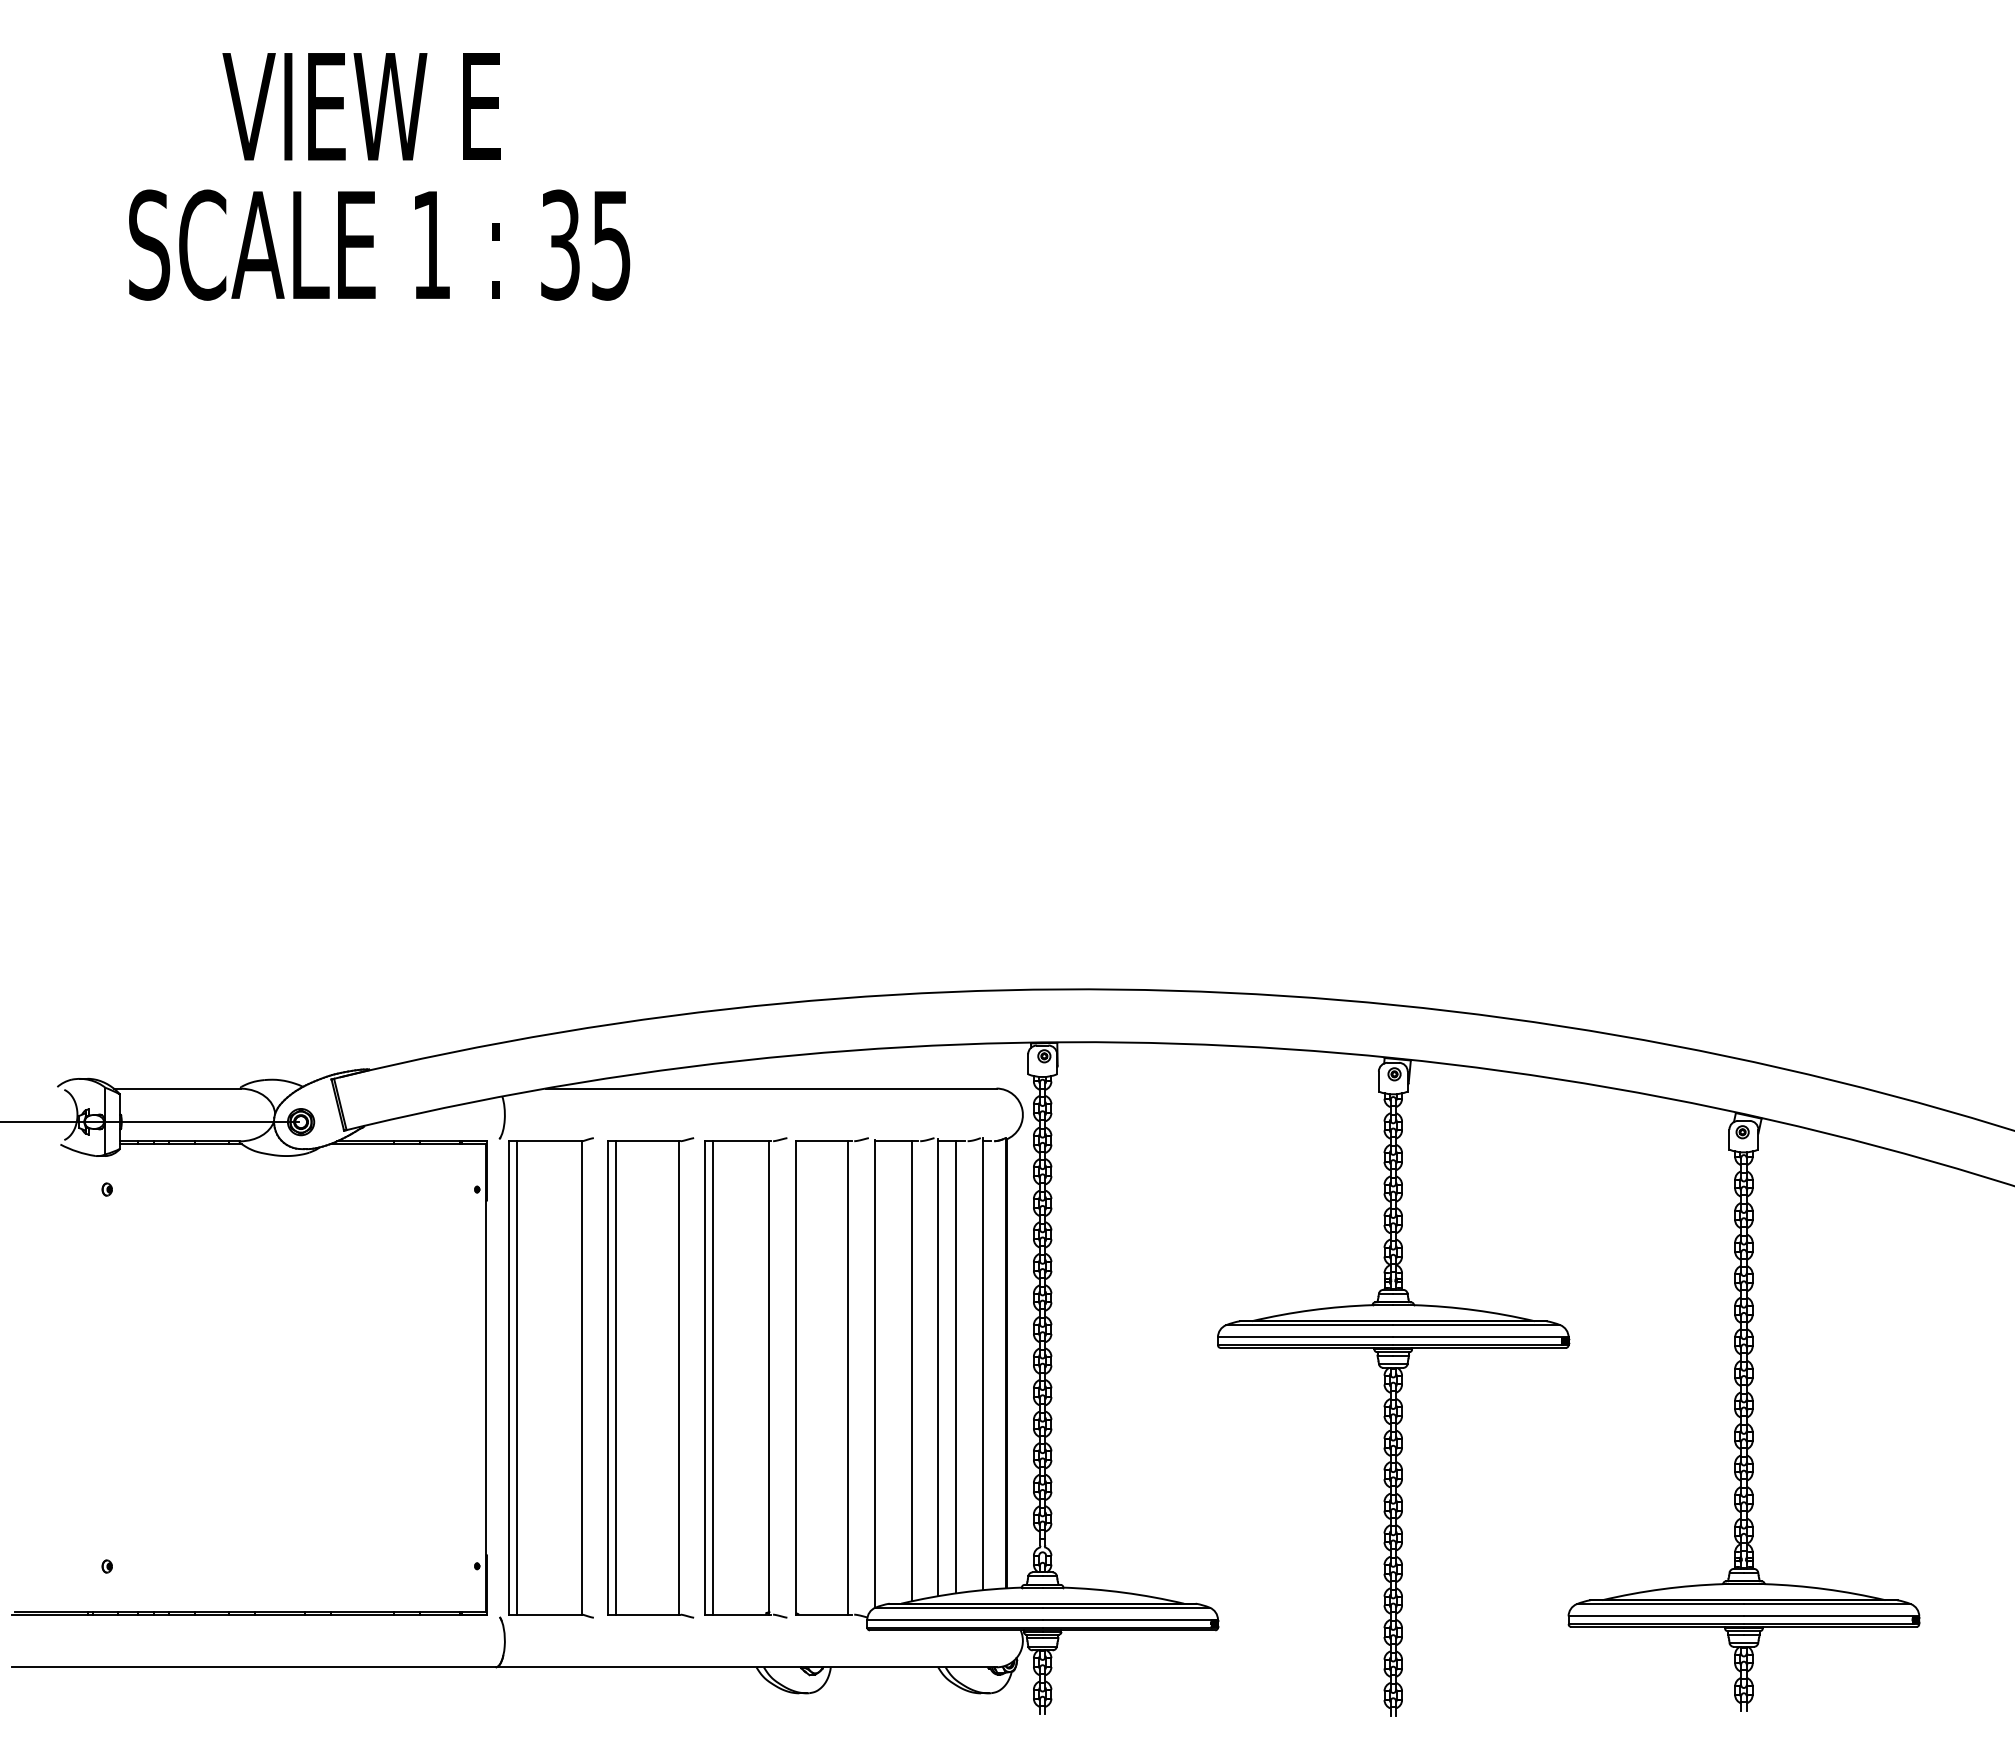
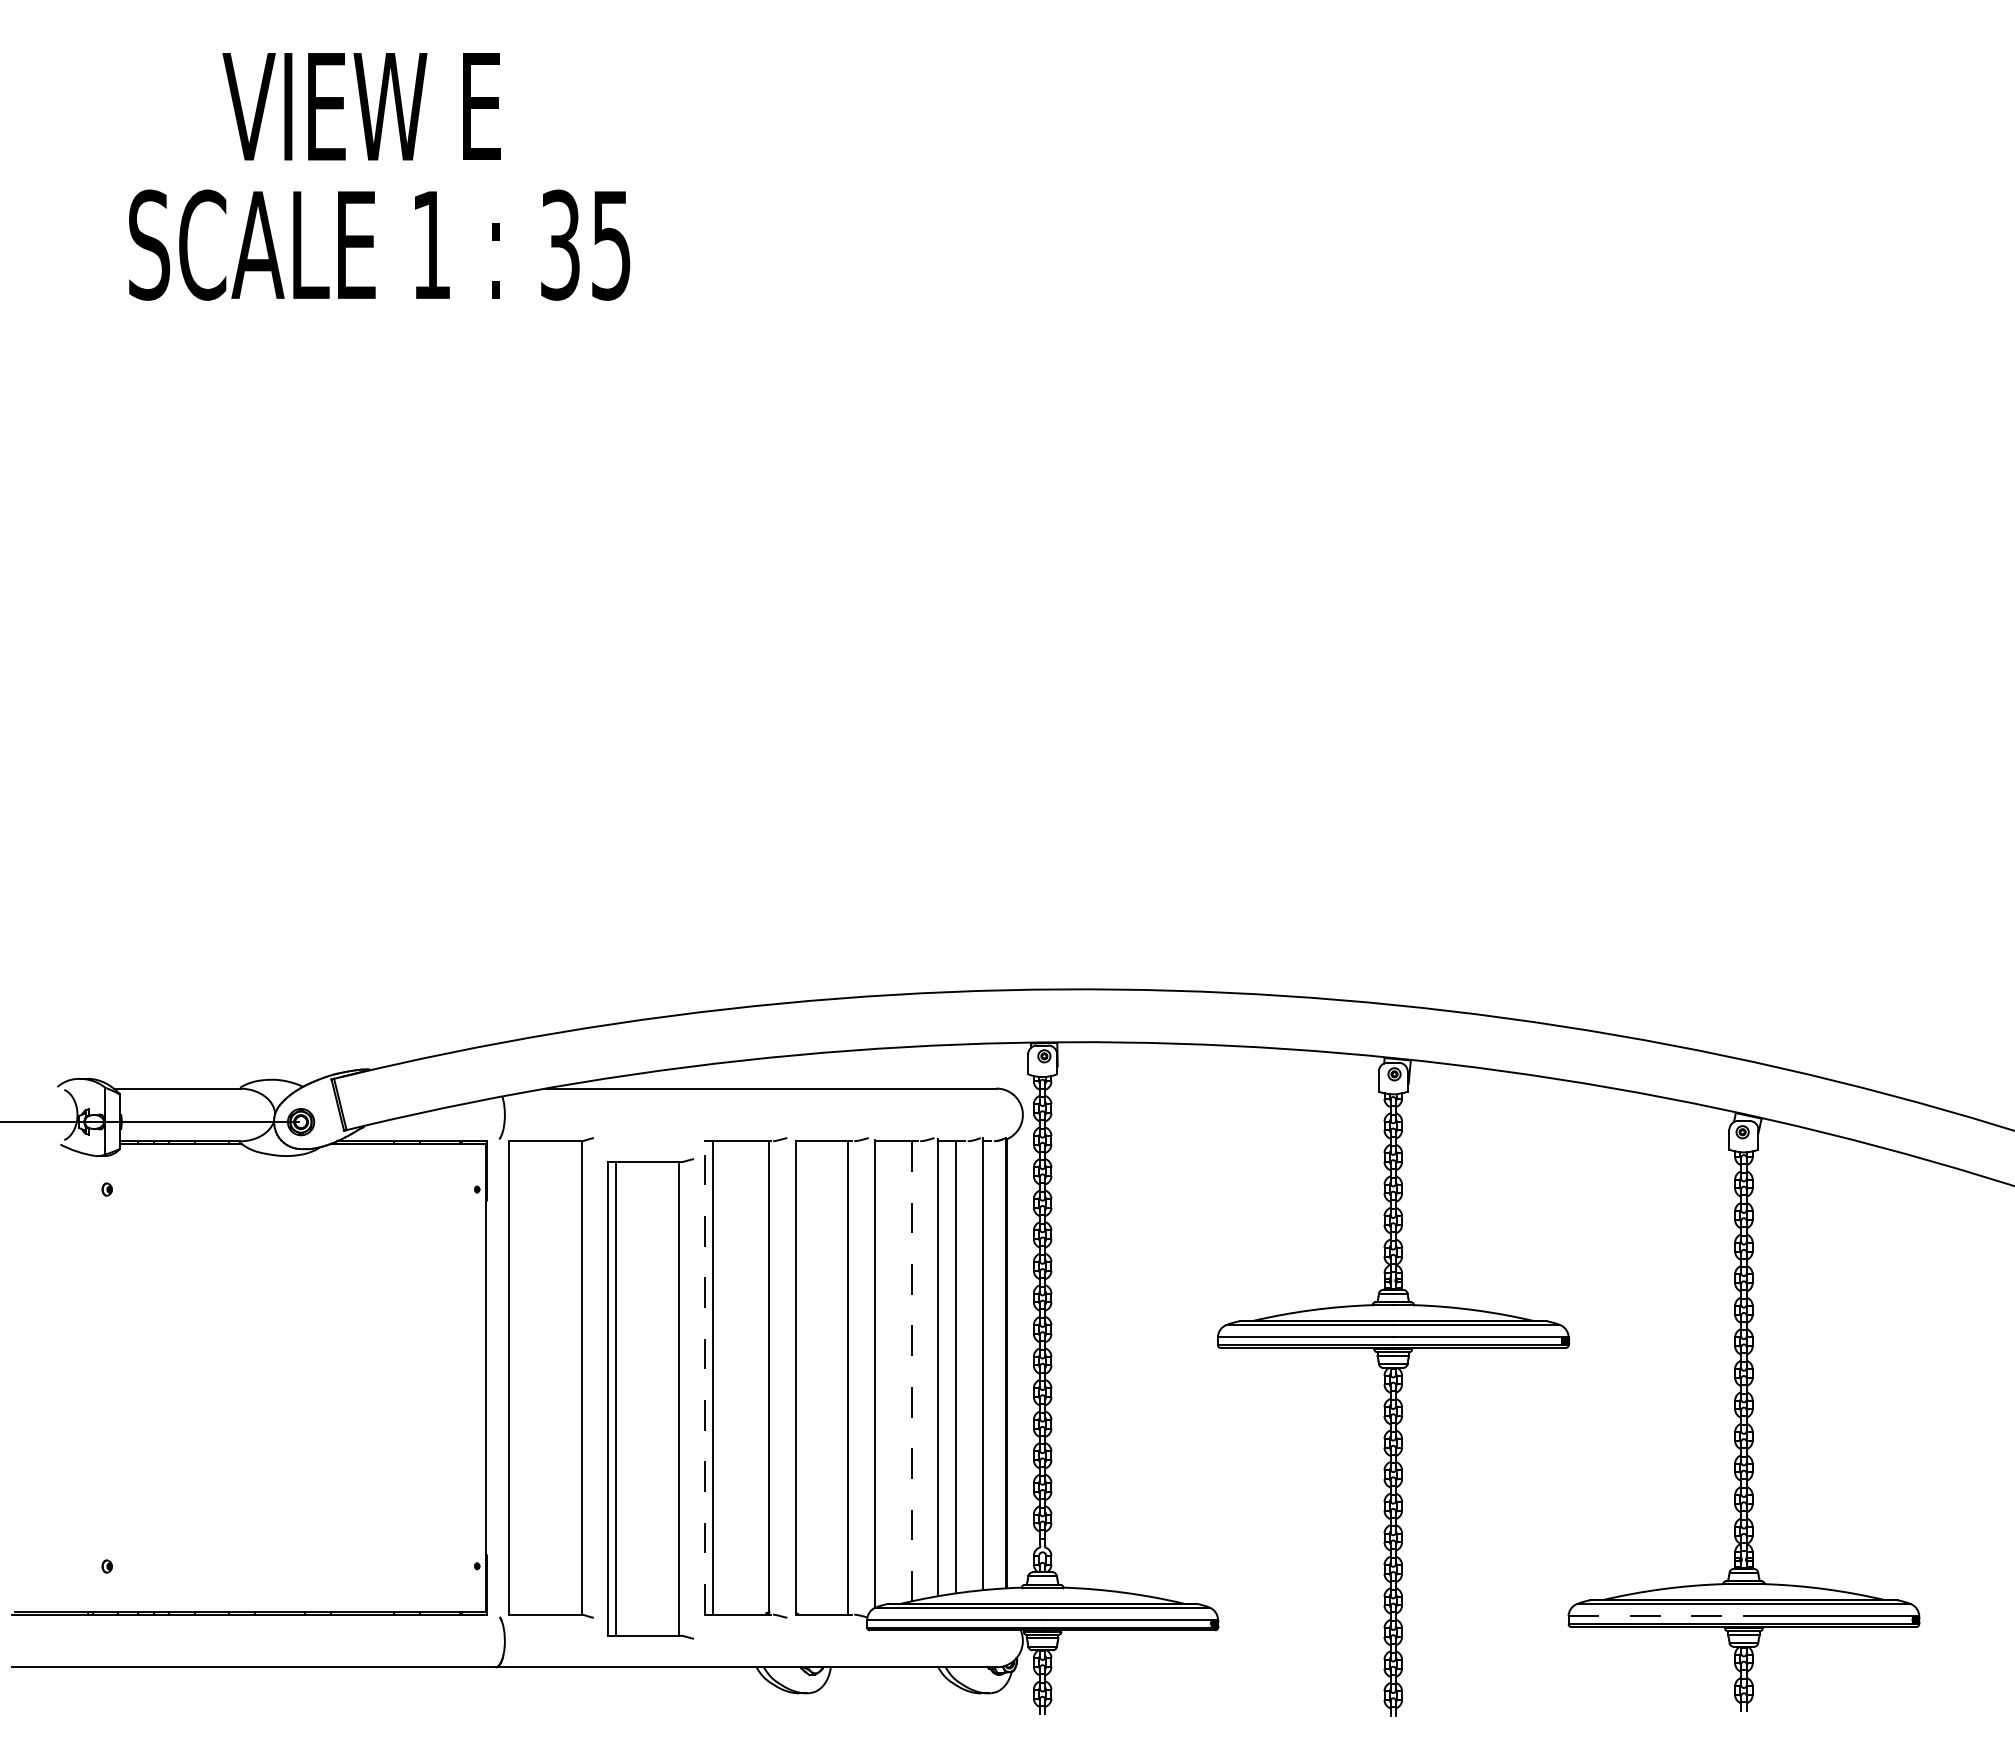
line at (911, 1371): solid -> dashed
line at (516, 1377): present -> none
part at (650, 1377) position: (650, 1377) -> (650, 1398)
line at (705, 1377): solid -> dashed
line at (1656, 1616): solid -> dashed
